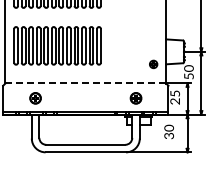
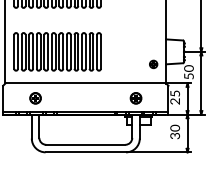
part at (57, 45) position: (57, 45) -> (57, 51)
line at (85, 83): dashed -> solid
text at (168, 131) position: (168, 131) -> (174, 131)
